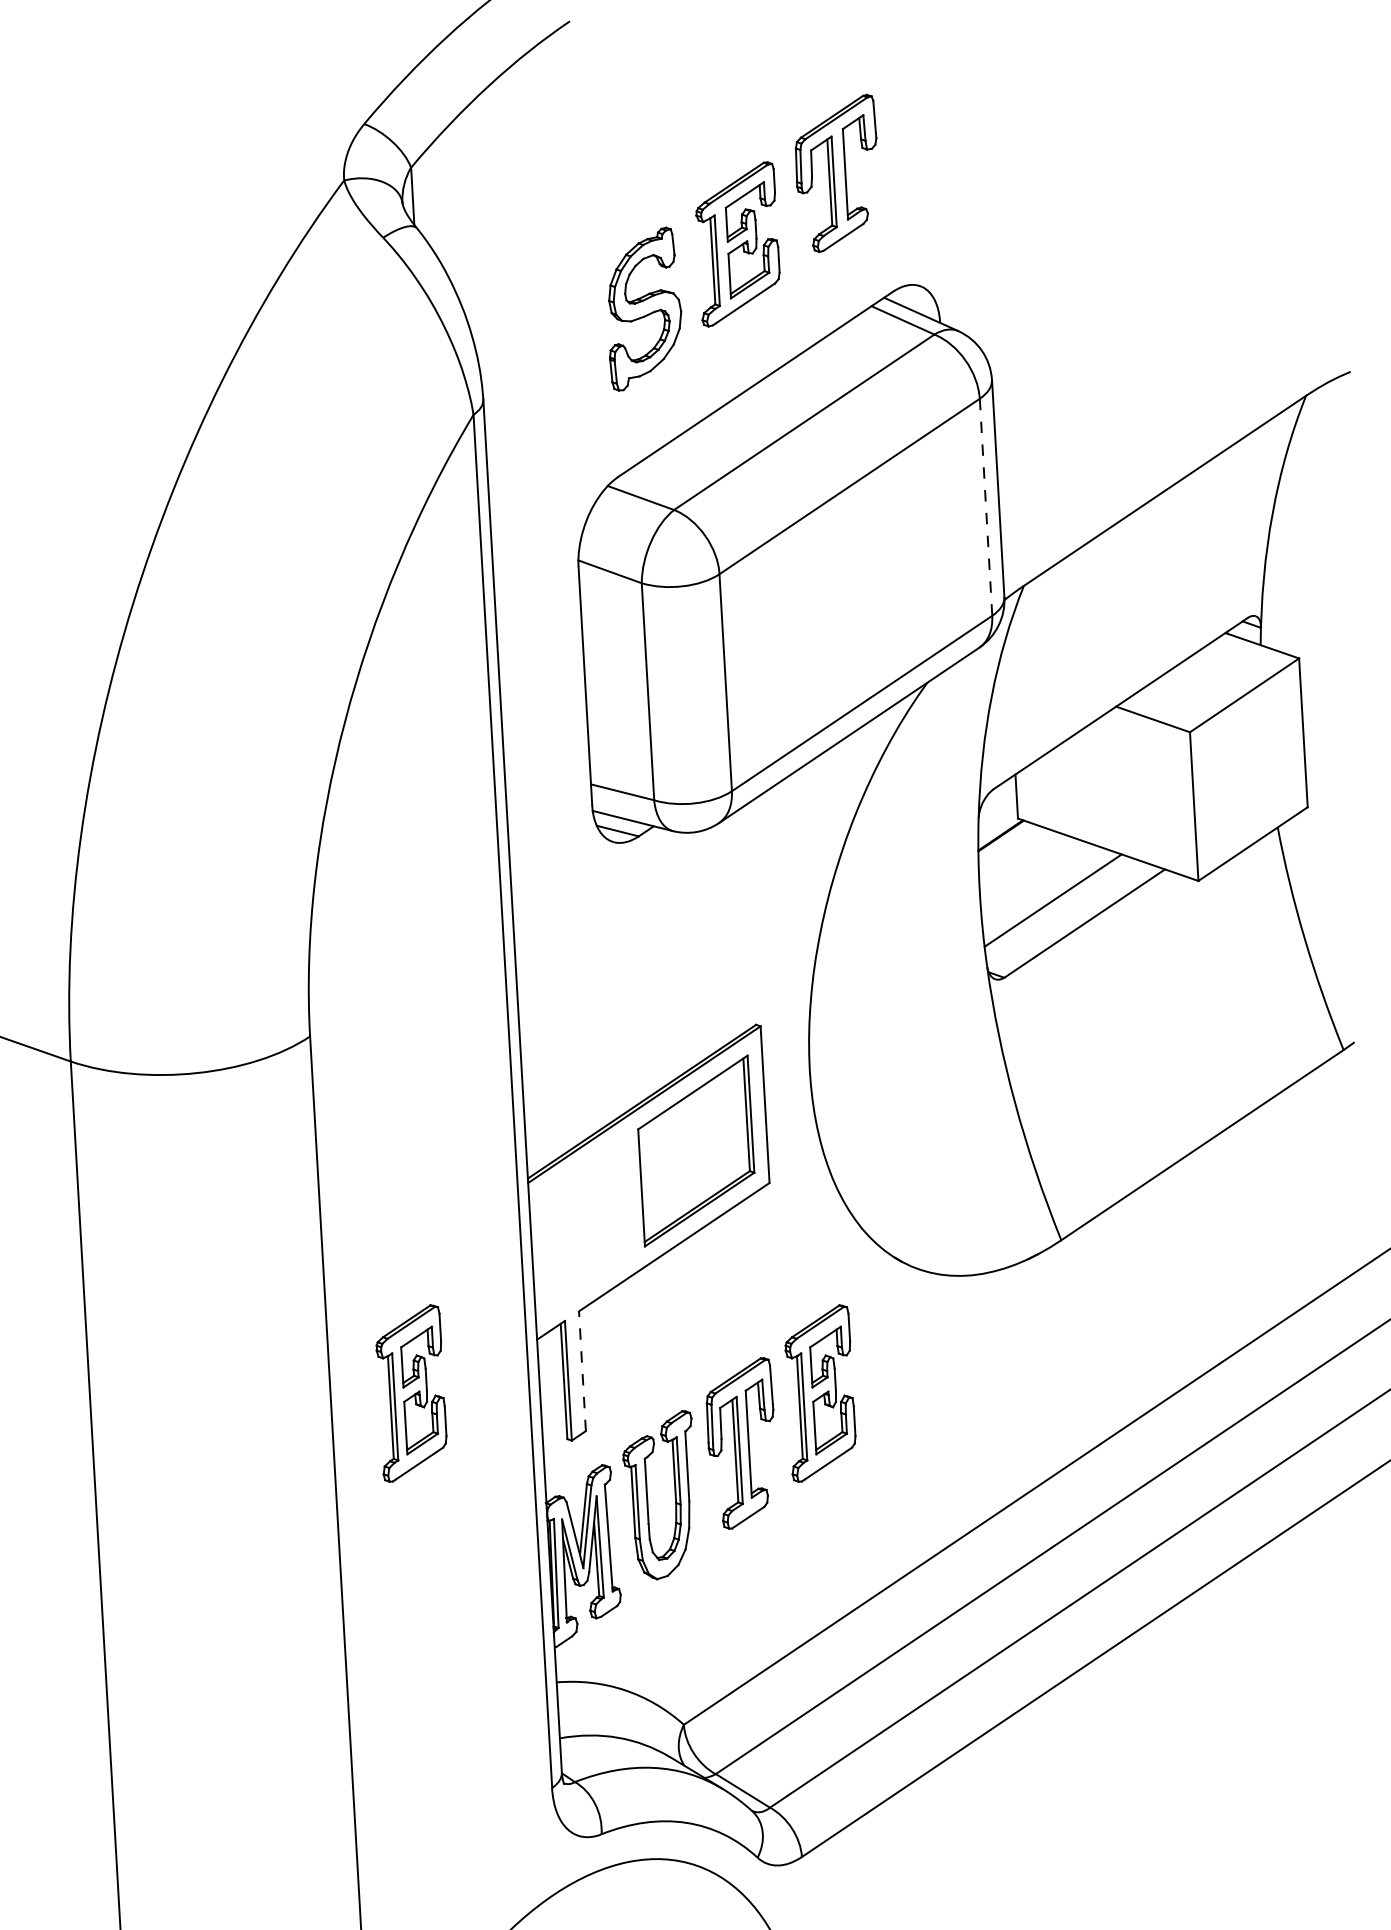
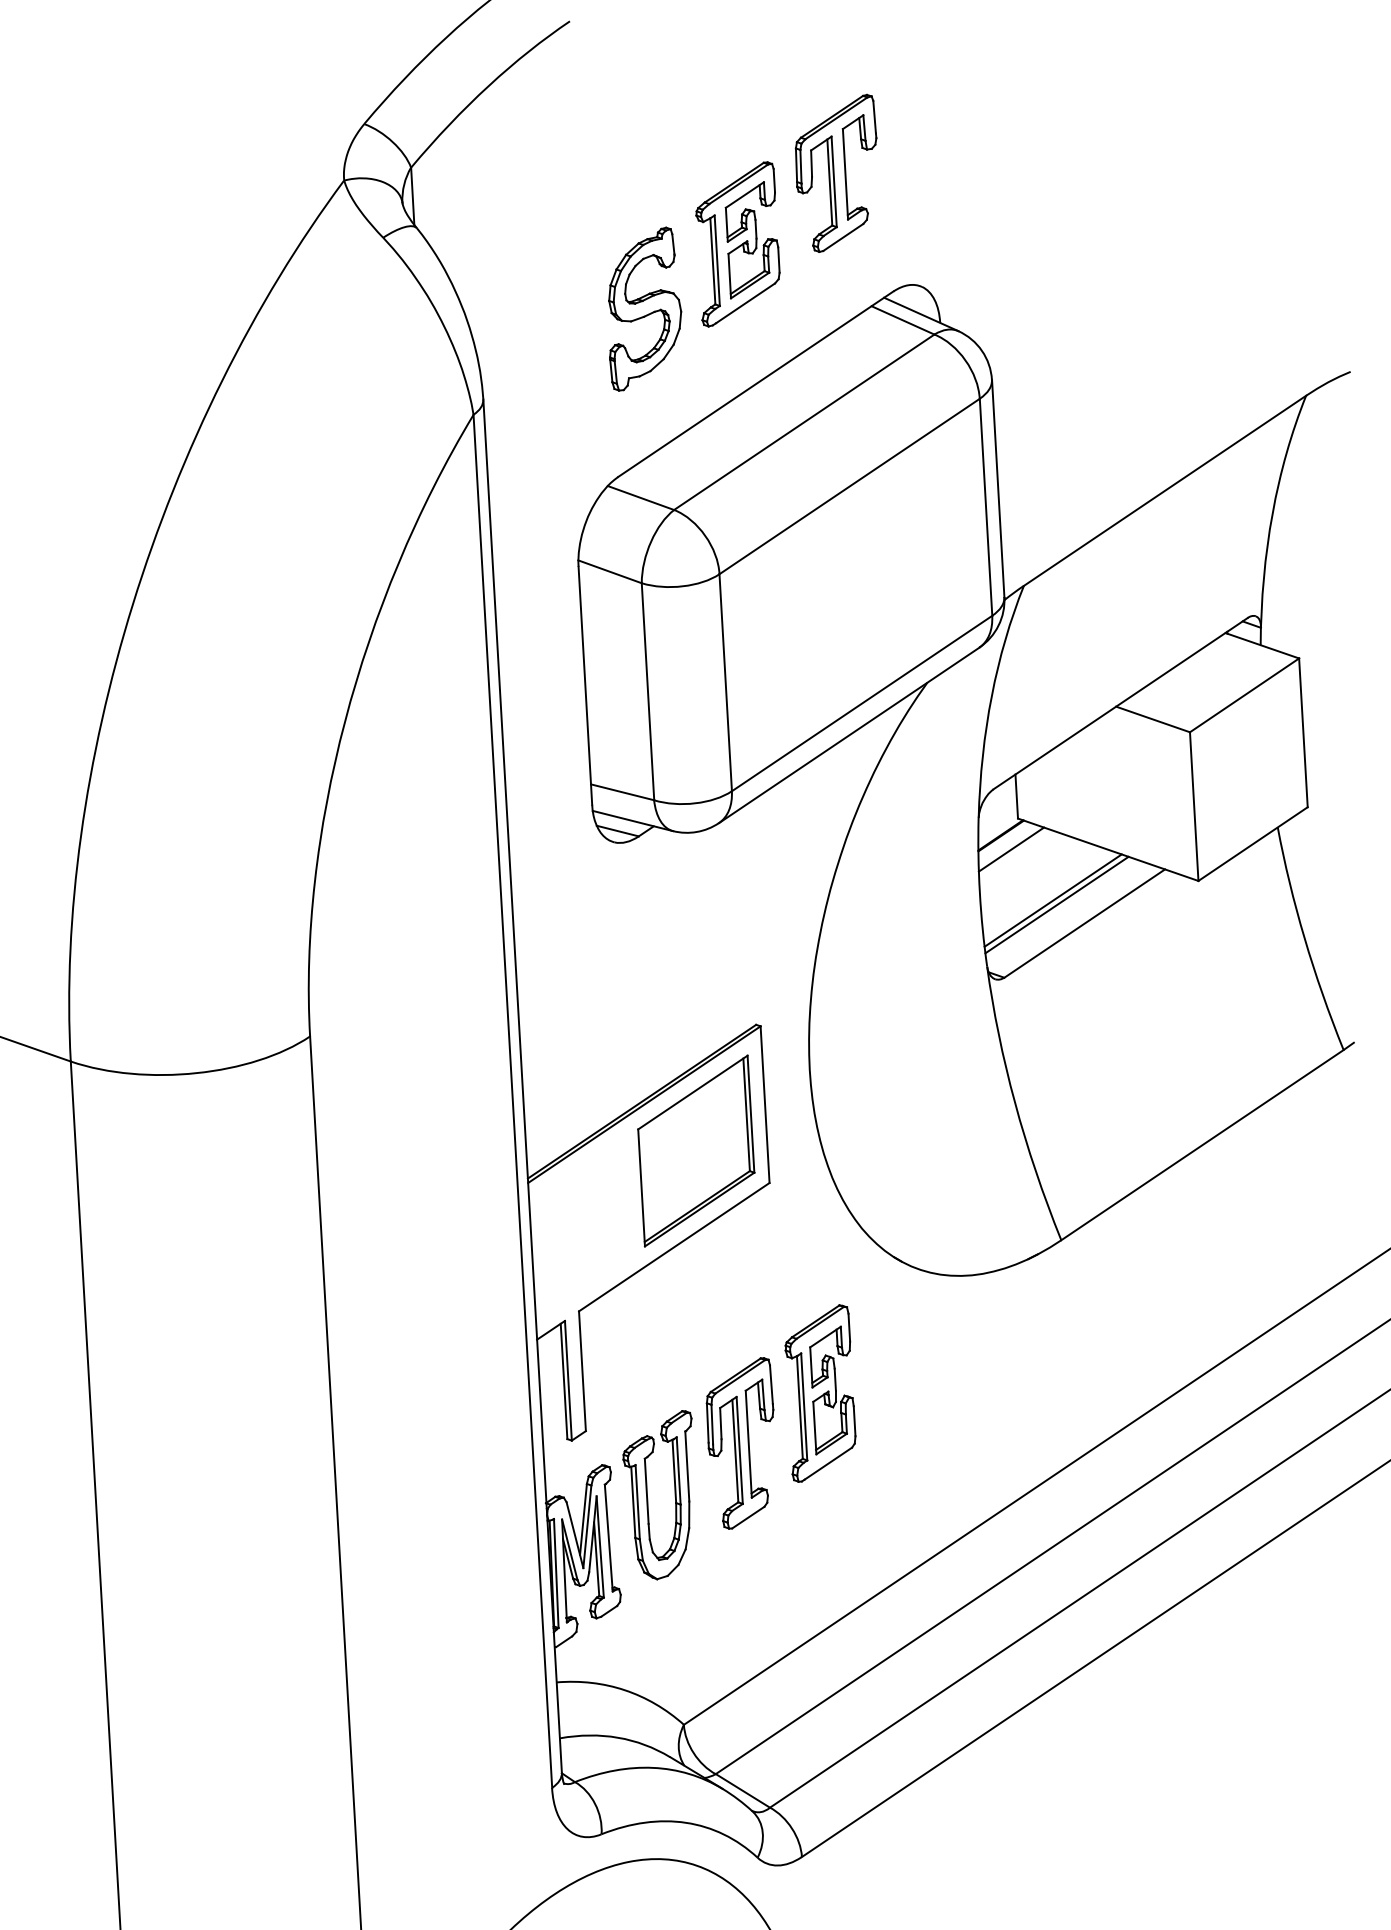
line at (986, 507): dashed -> solid
line at (1011, 849): none -> present
line at (1056, 904): none -> present
line at (582, 1371): dashed -> solid
part at (411, 1393): present -> none
